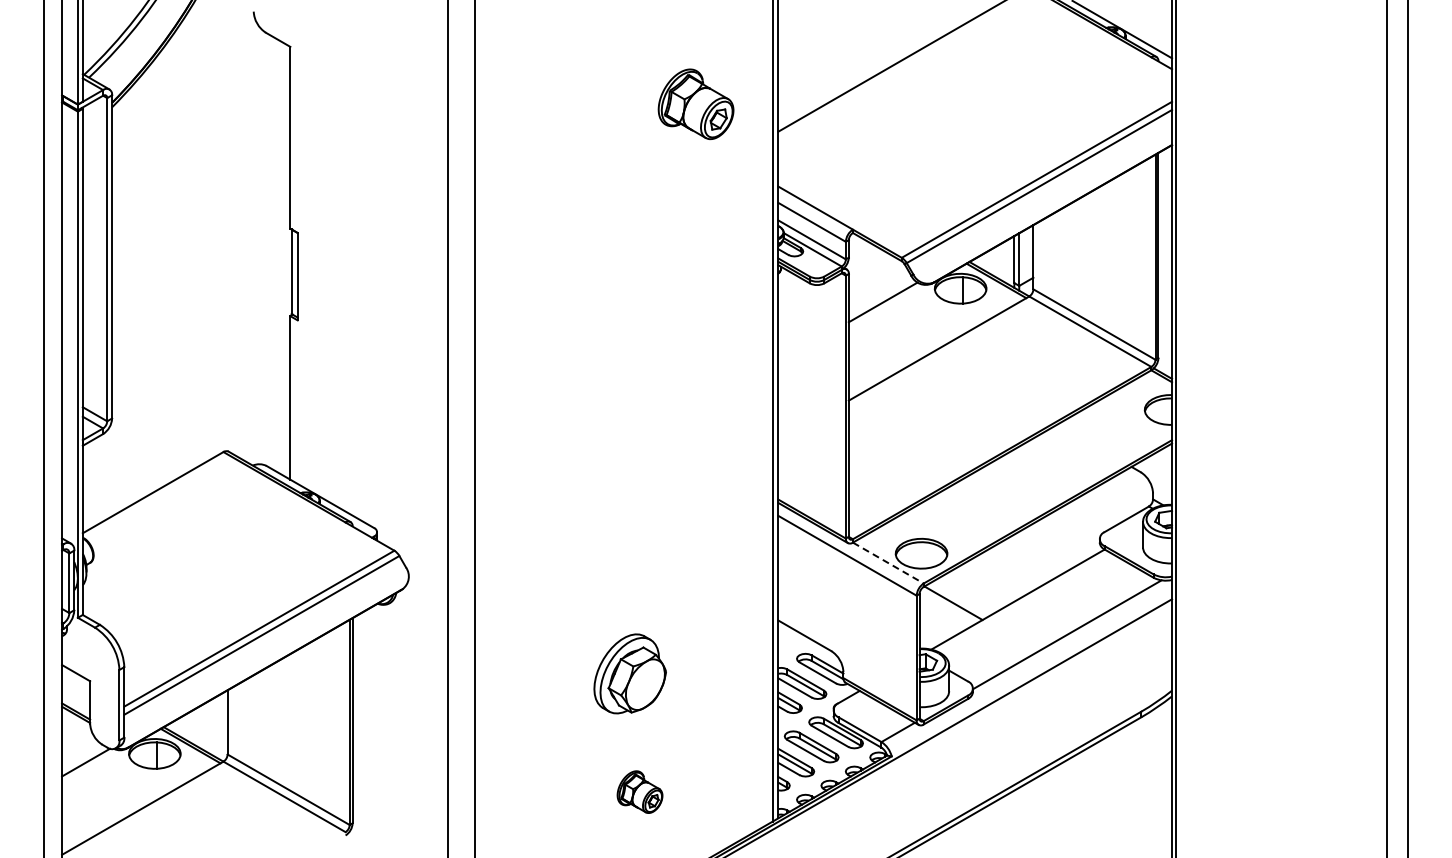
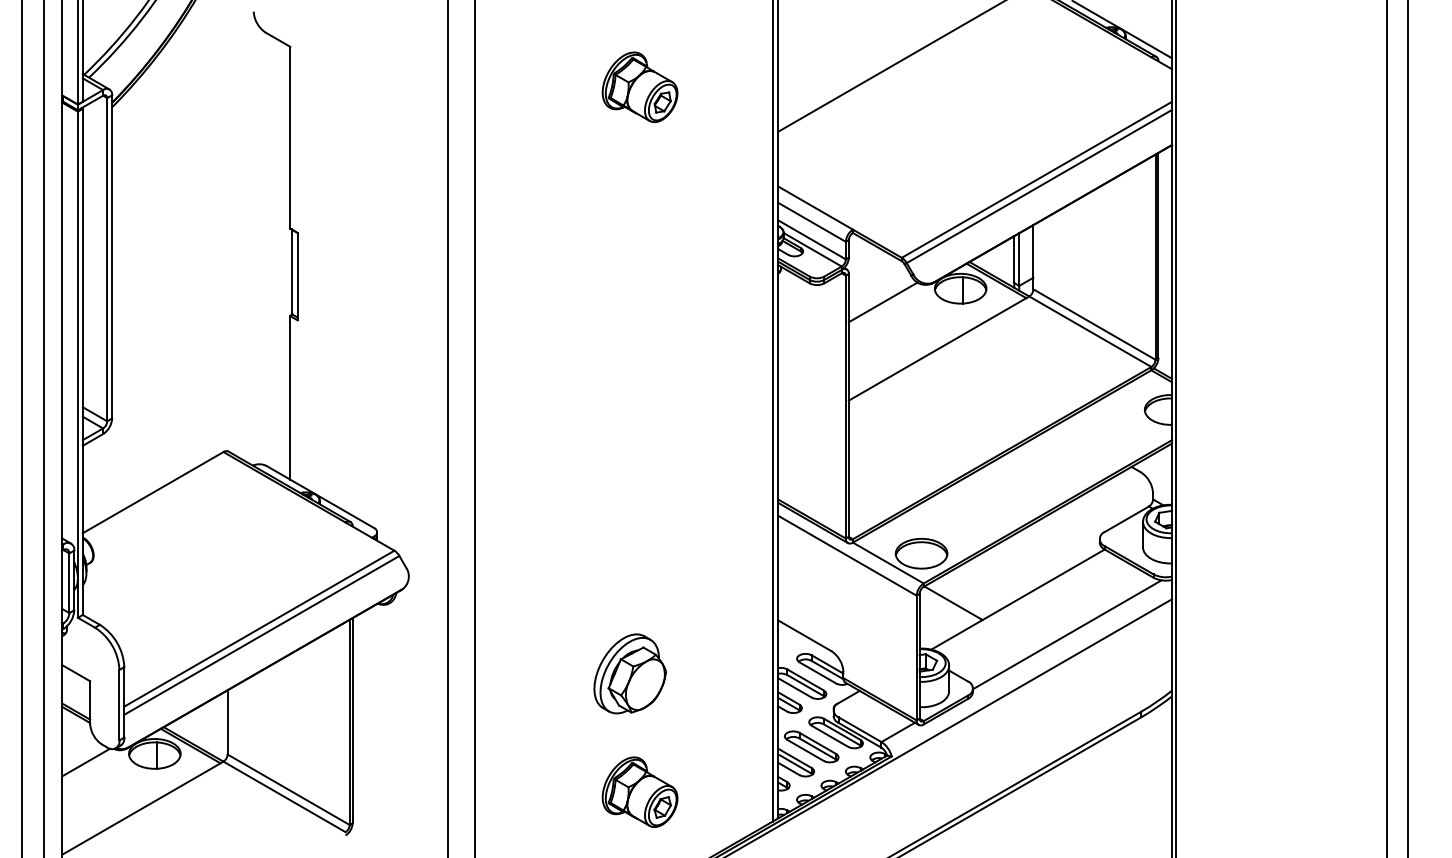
part at (695, 104) position: (695, 104) -> (639, 87)
line at (21, 428): none -> present
line at (888, 563): dashed -> solid
part at (639, 791) size: 48x44 px -> 78x72 px
